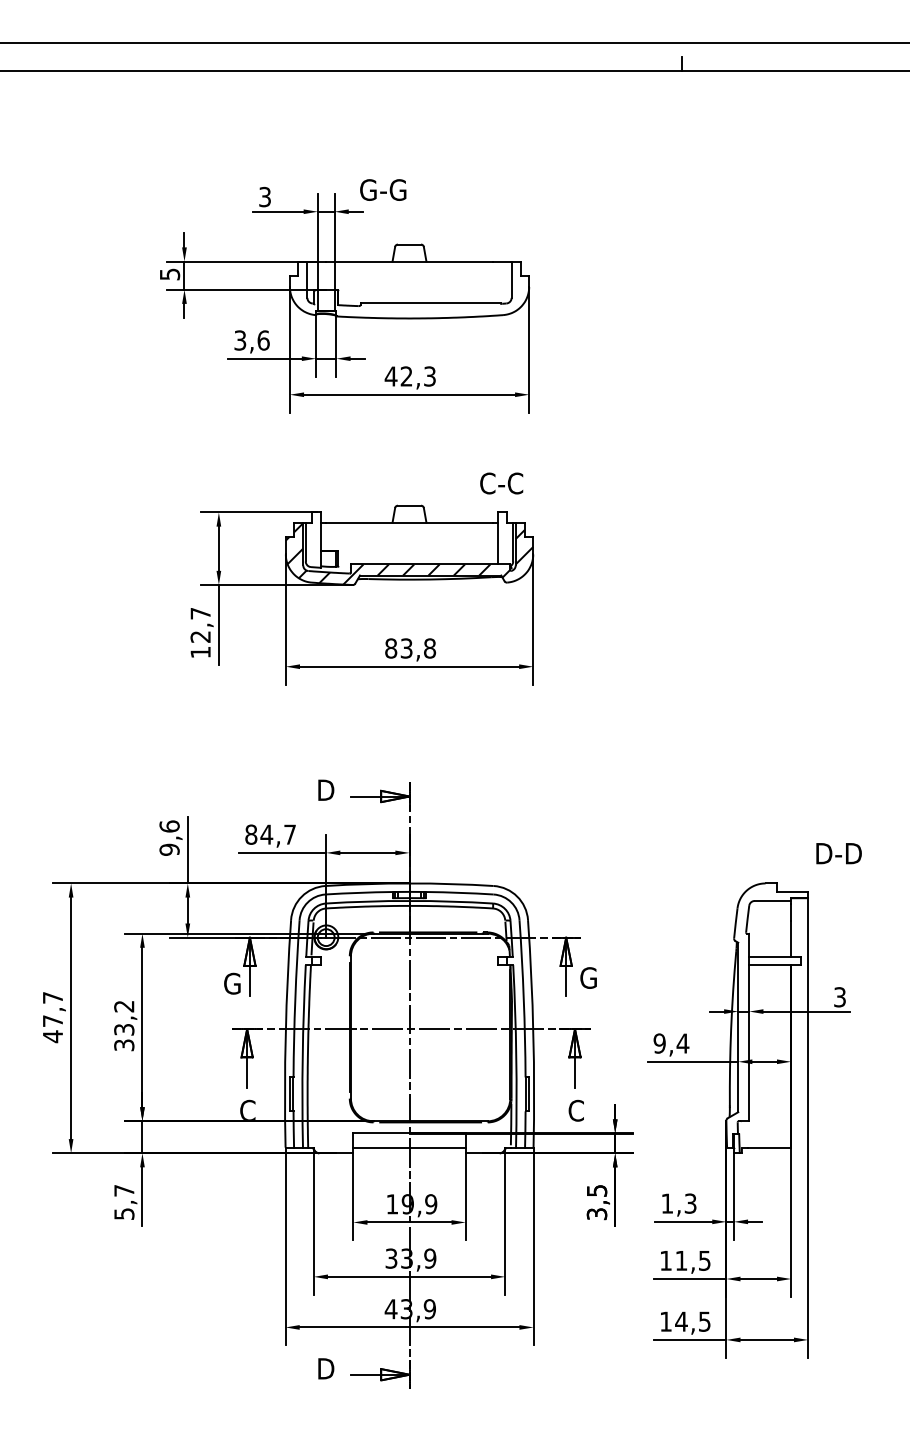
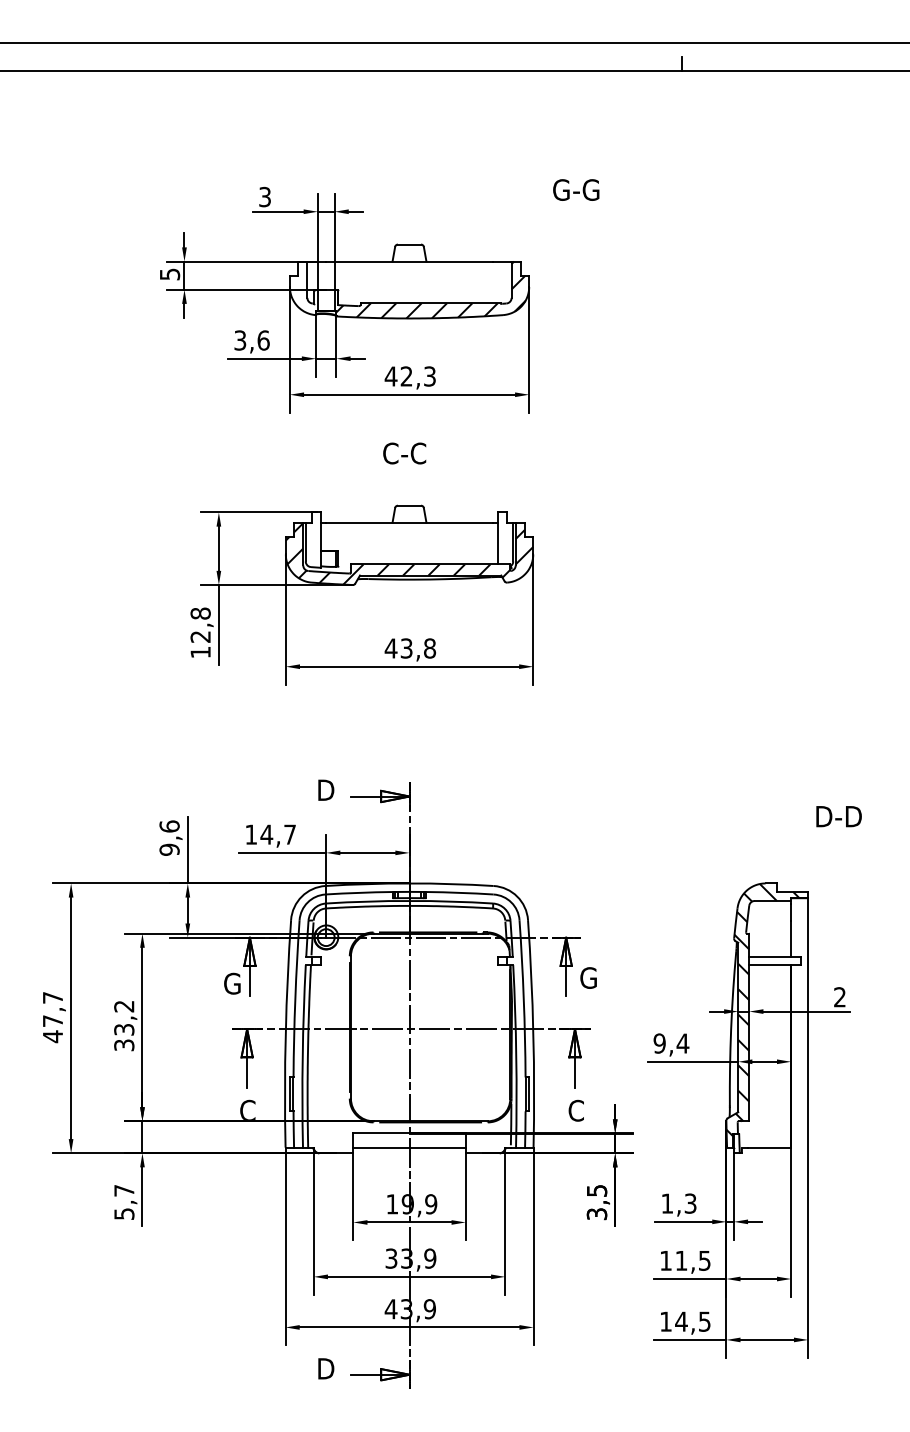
text at (383, 189) position: (383, 189) -> (576, 189)
hatch at (430, 289): none -> present
text at (501, 483) position: (501, 483) -> (404, 453)
text at (200, 613): 12,7 -> 12,8
text at (390, 648): 83,8 -> 43,8
text at (251, 834): 84,7 -> 14,7
text at (838, 853) position: (838, 853) -> (838, 816)
text at (839, 997): 3 -> 2
hatch at (762, 1009): none -> present
